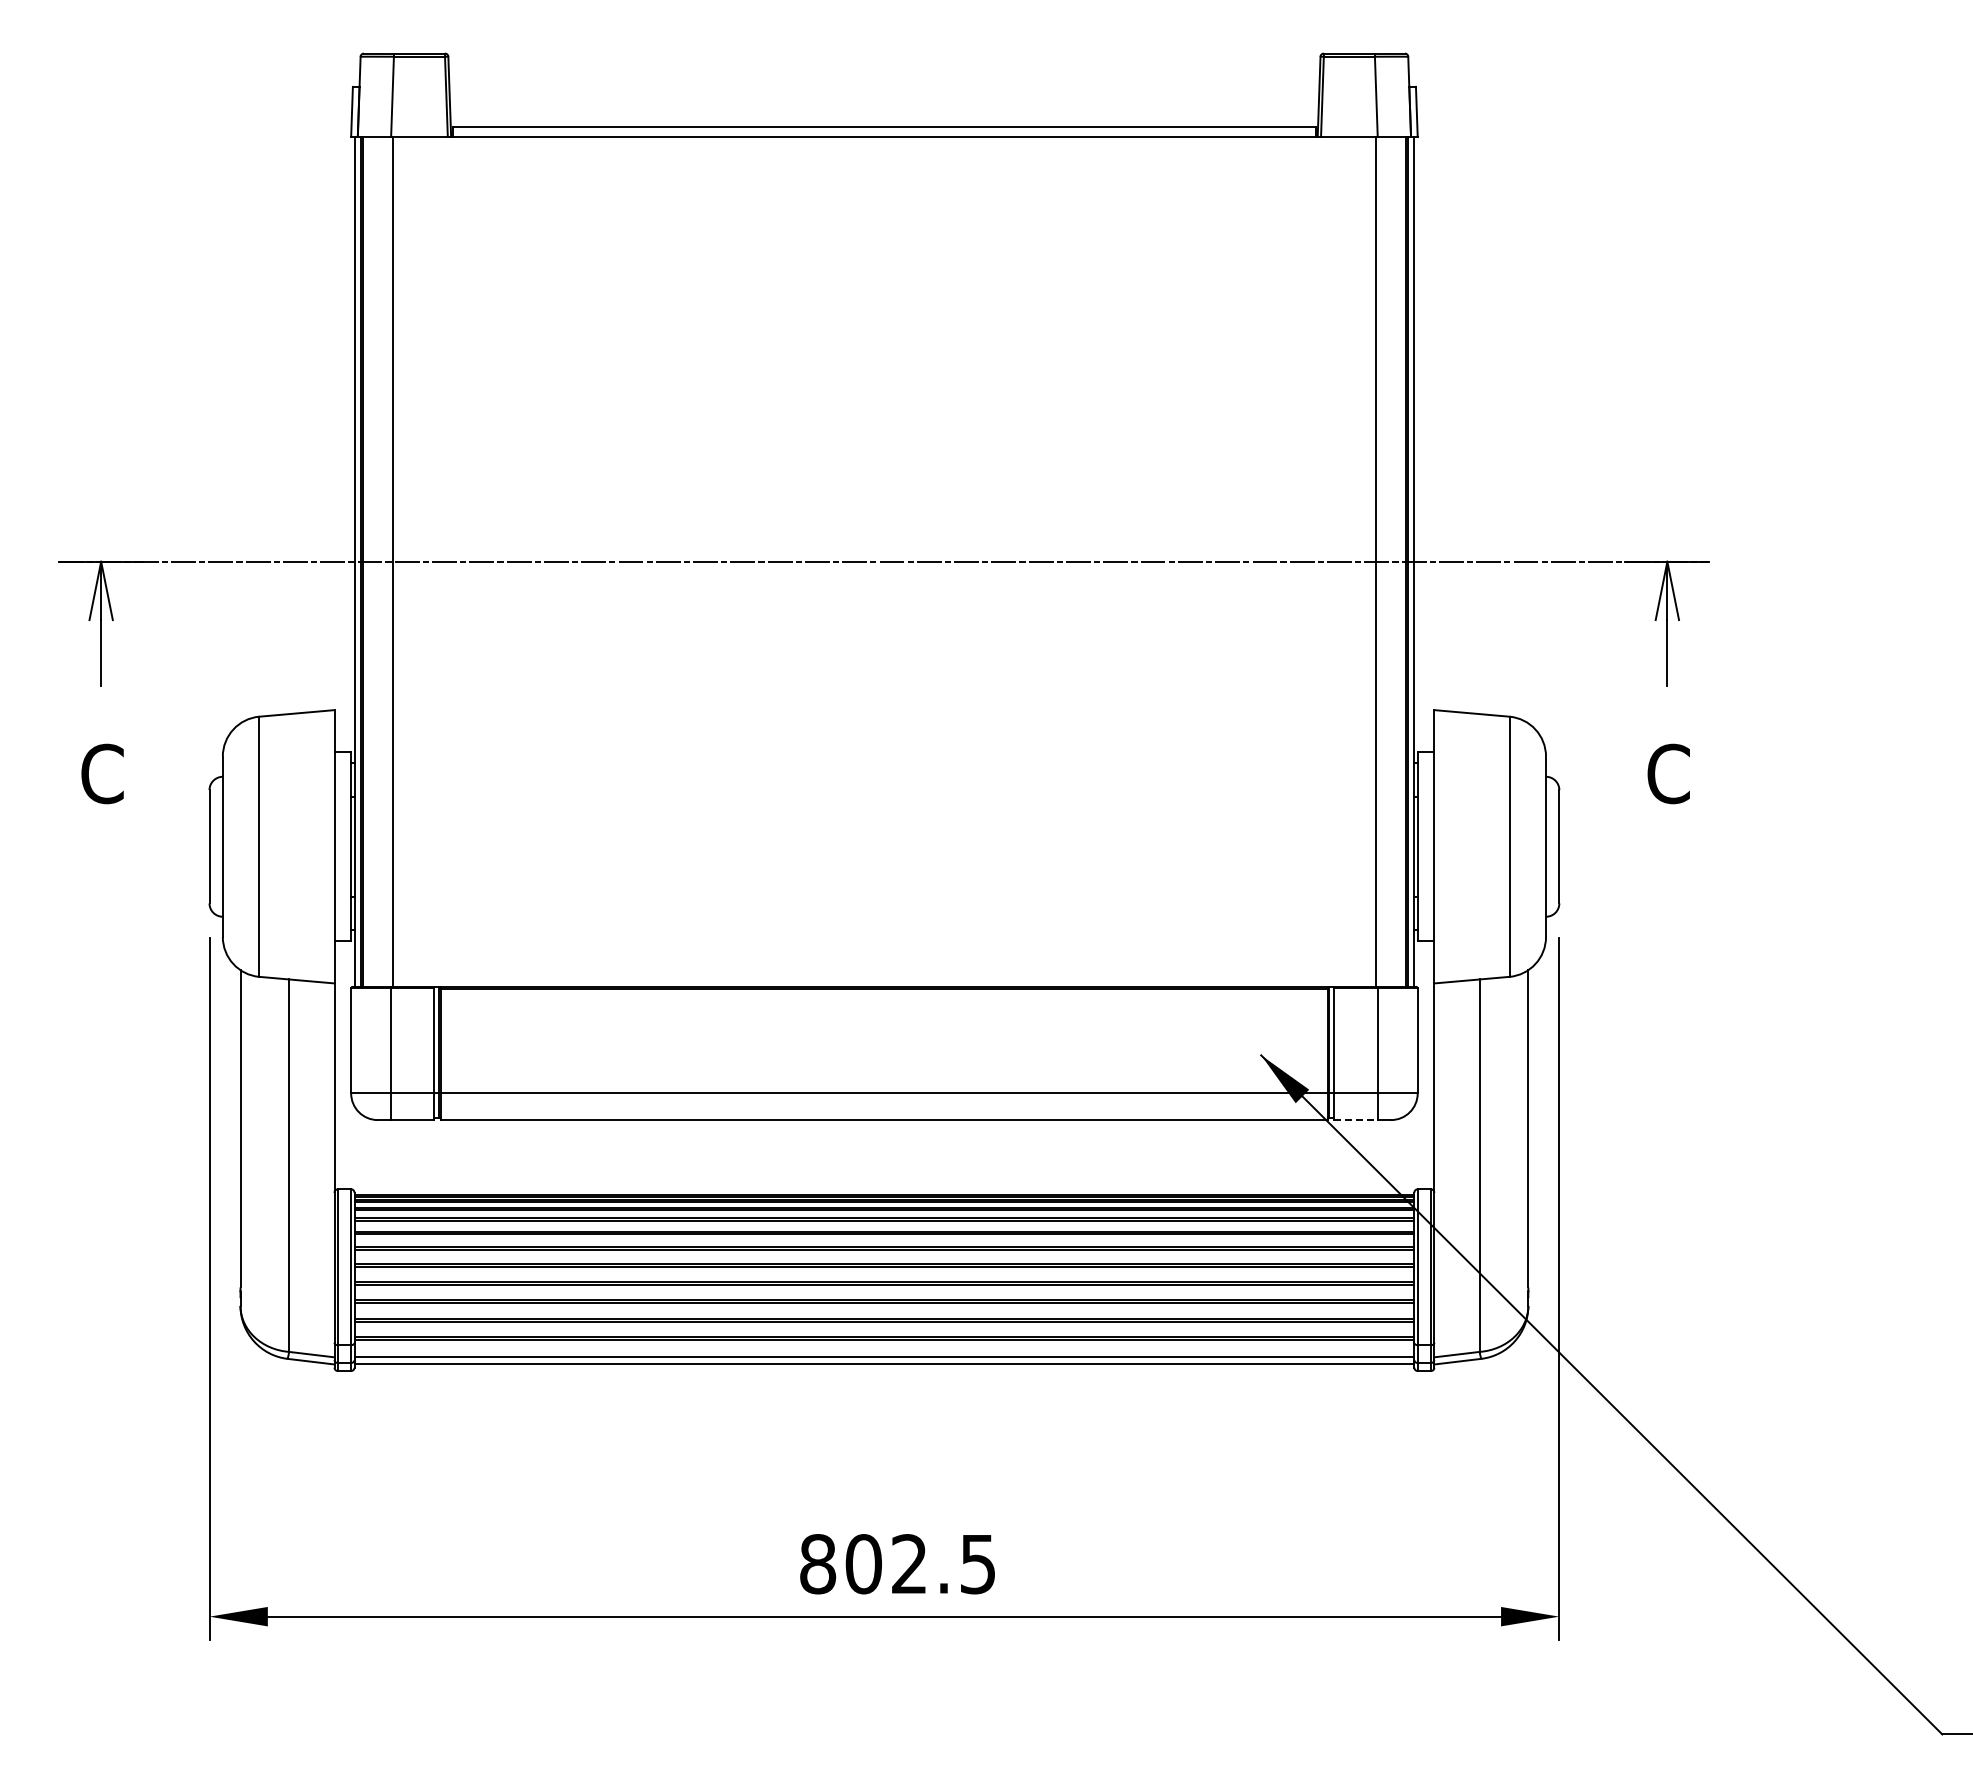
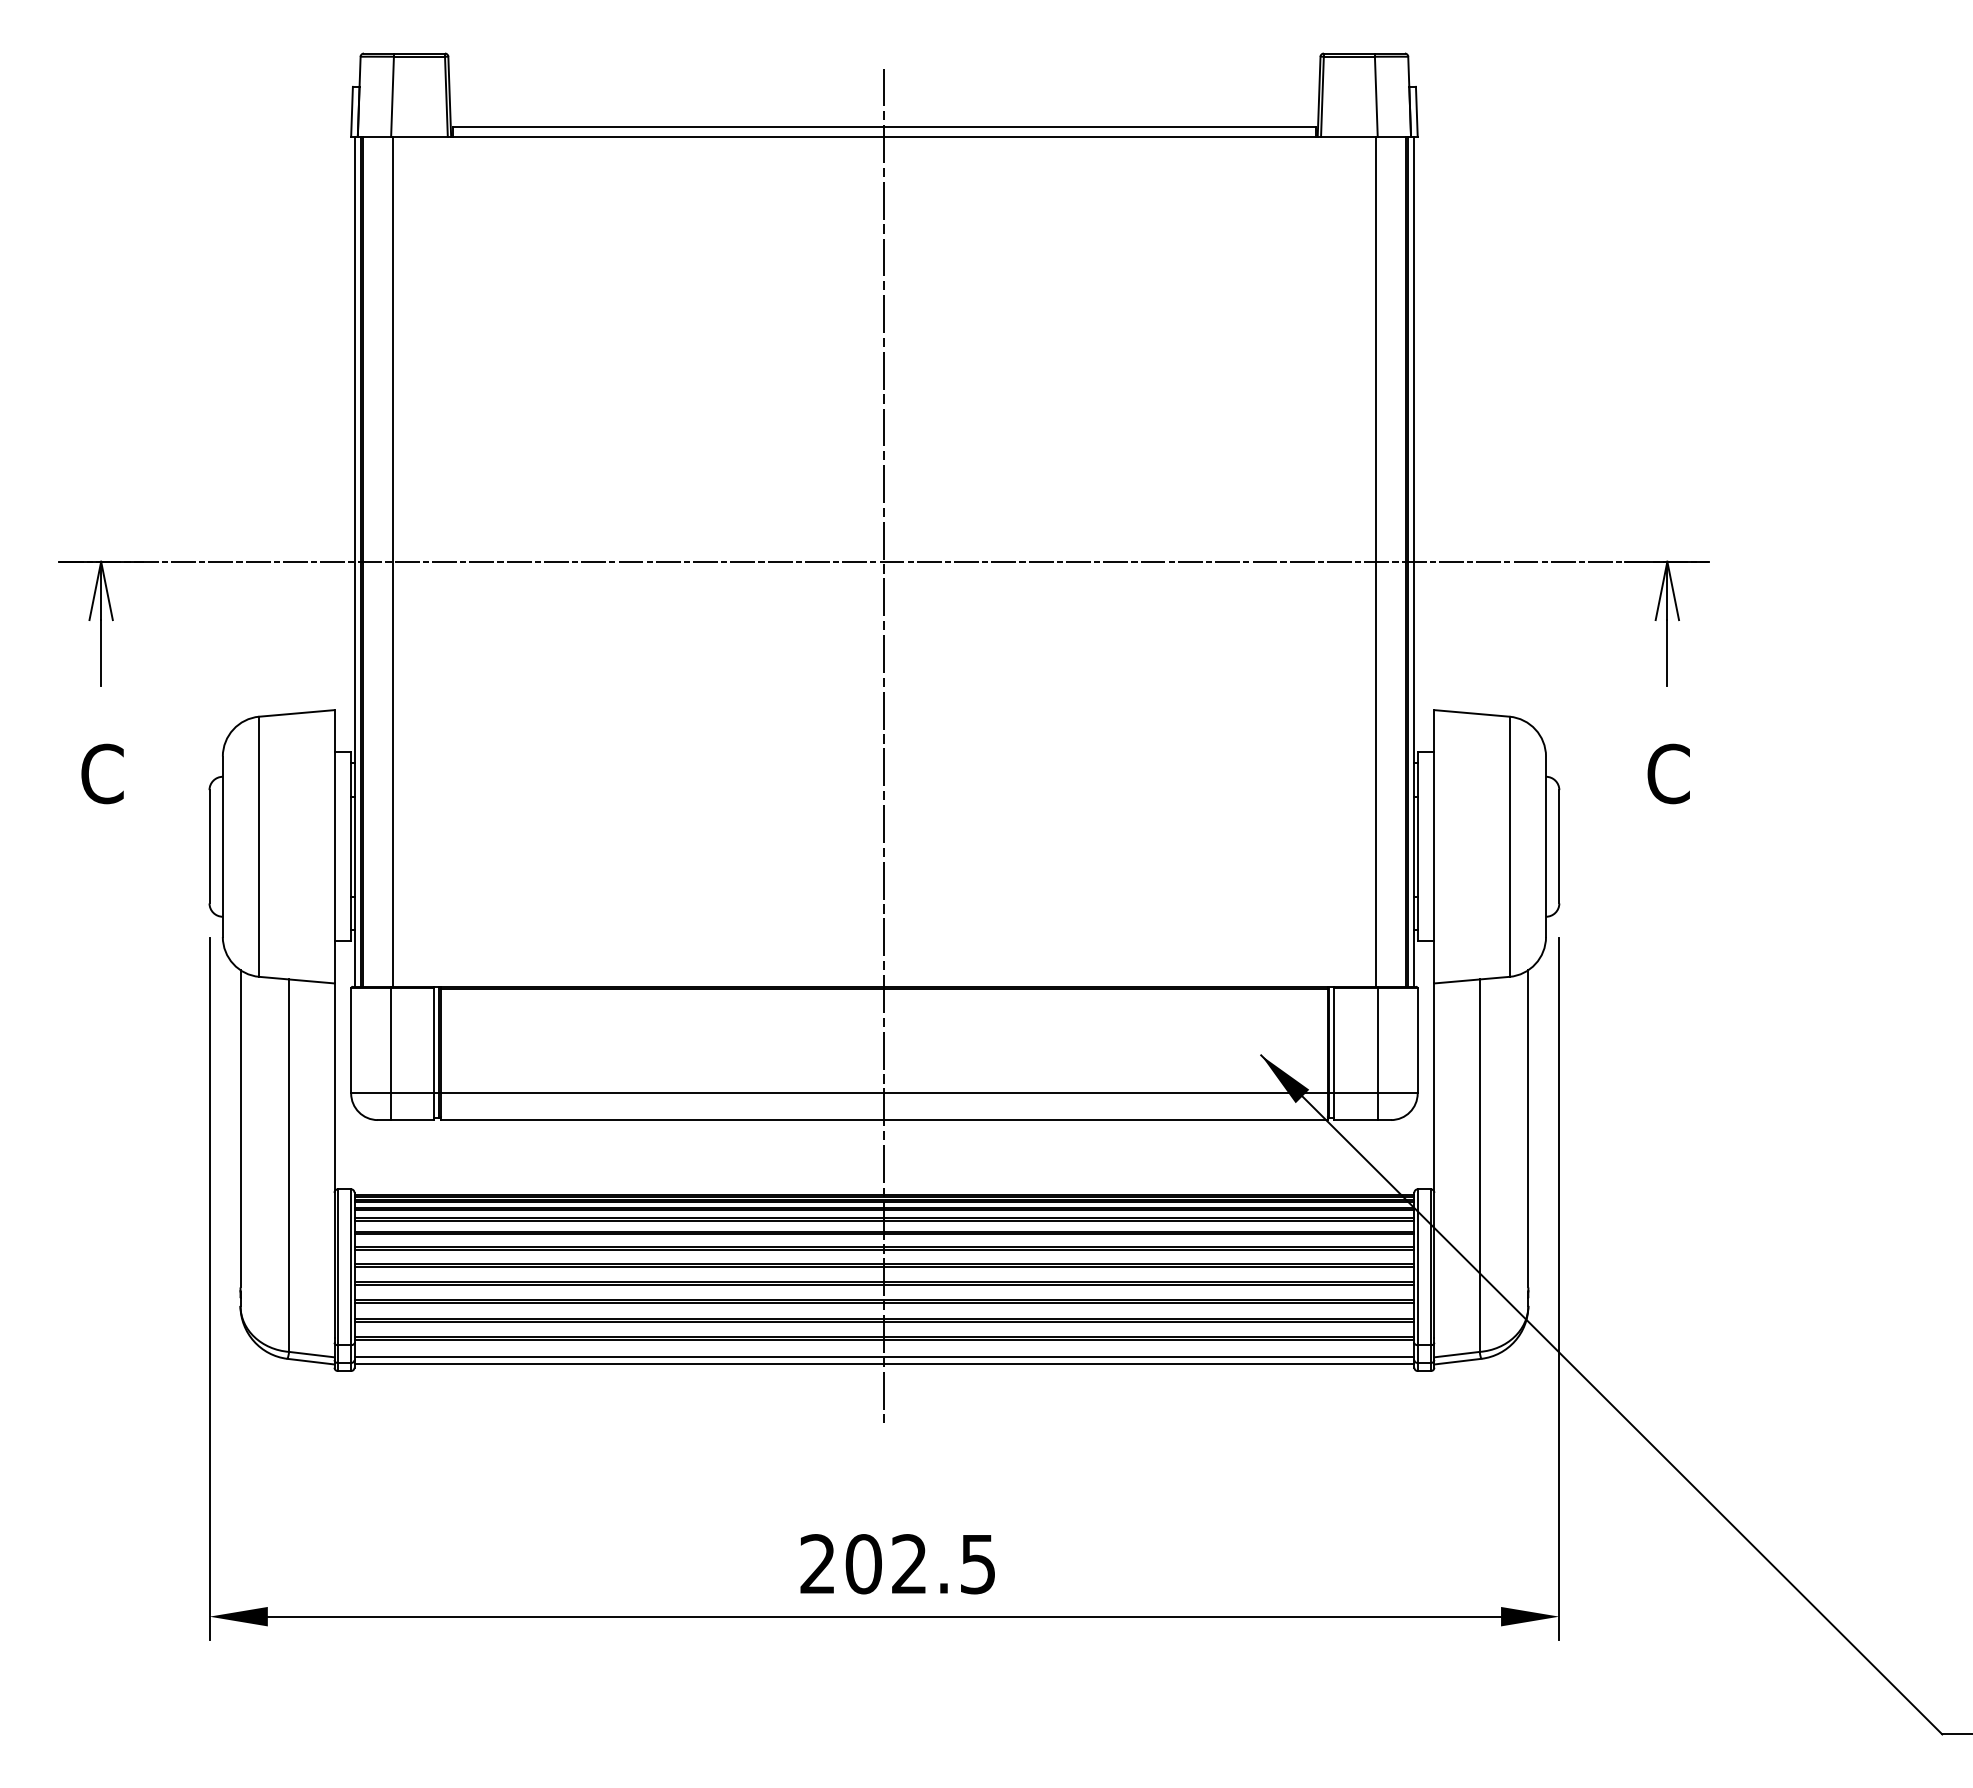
line at (884, 745): none -> present
line at (1356, 1120): dashed -> solid
text at (818, 1564): 802.5 -> 202.5
